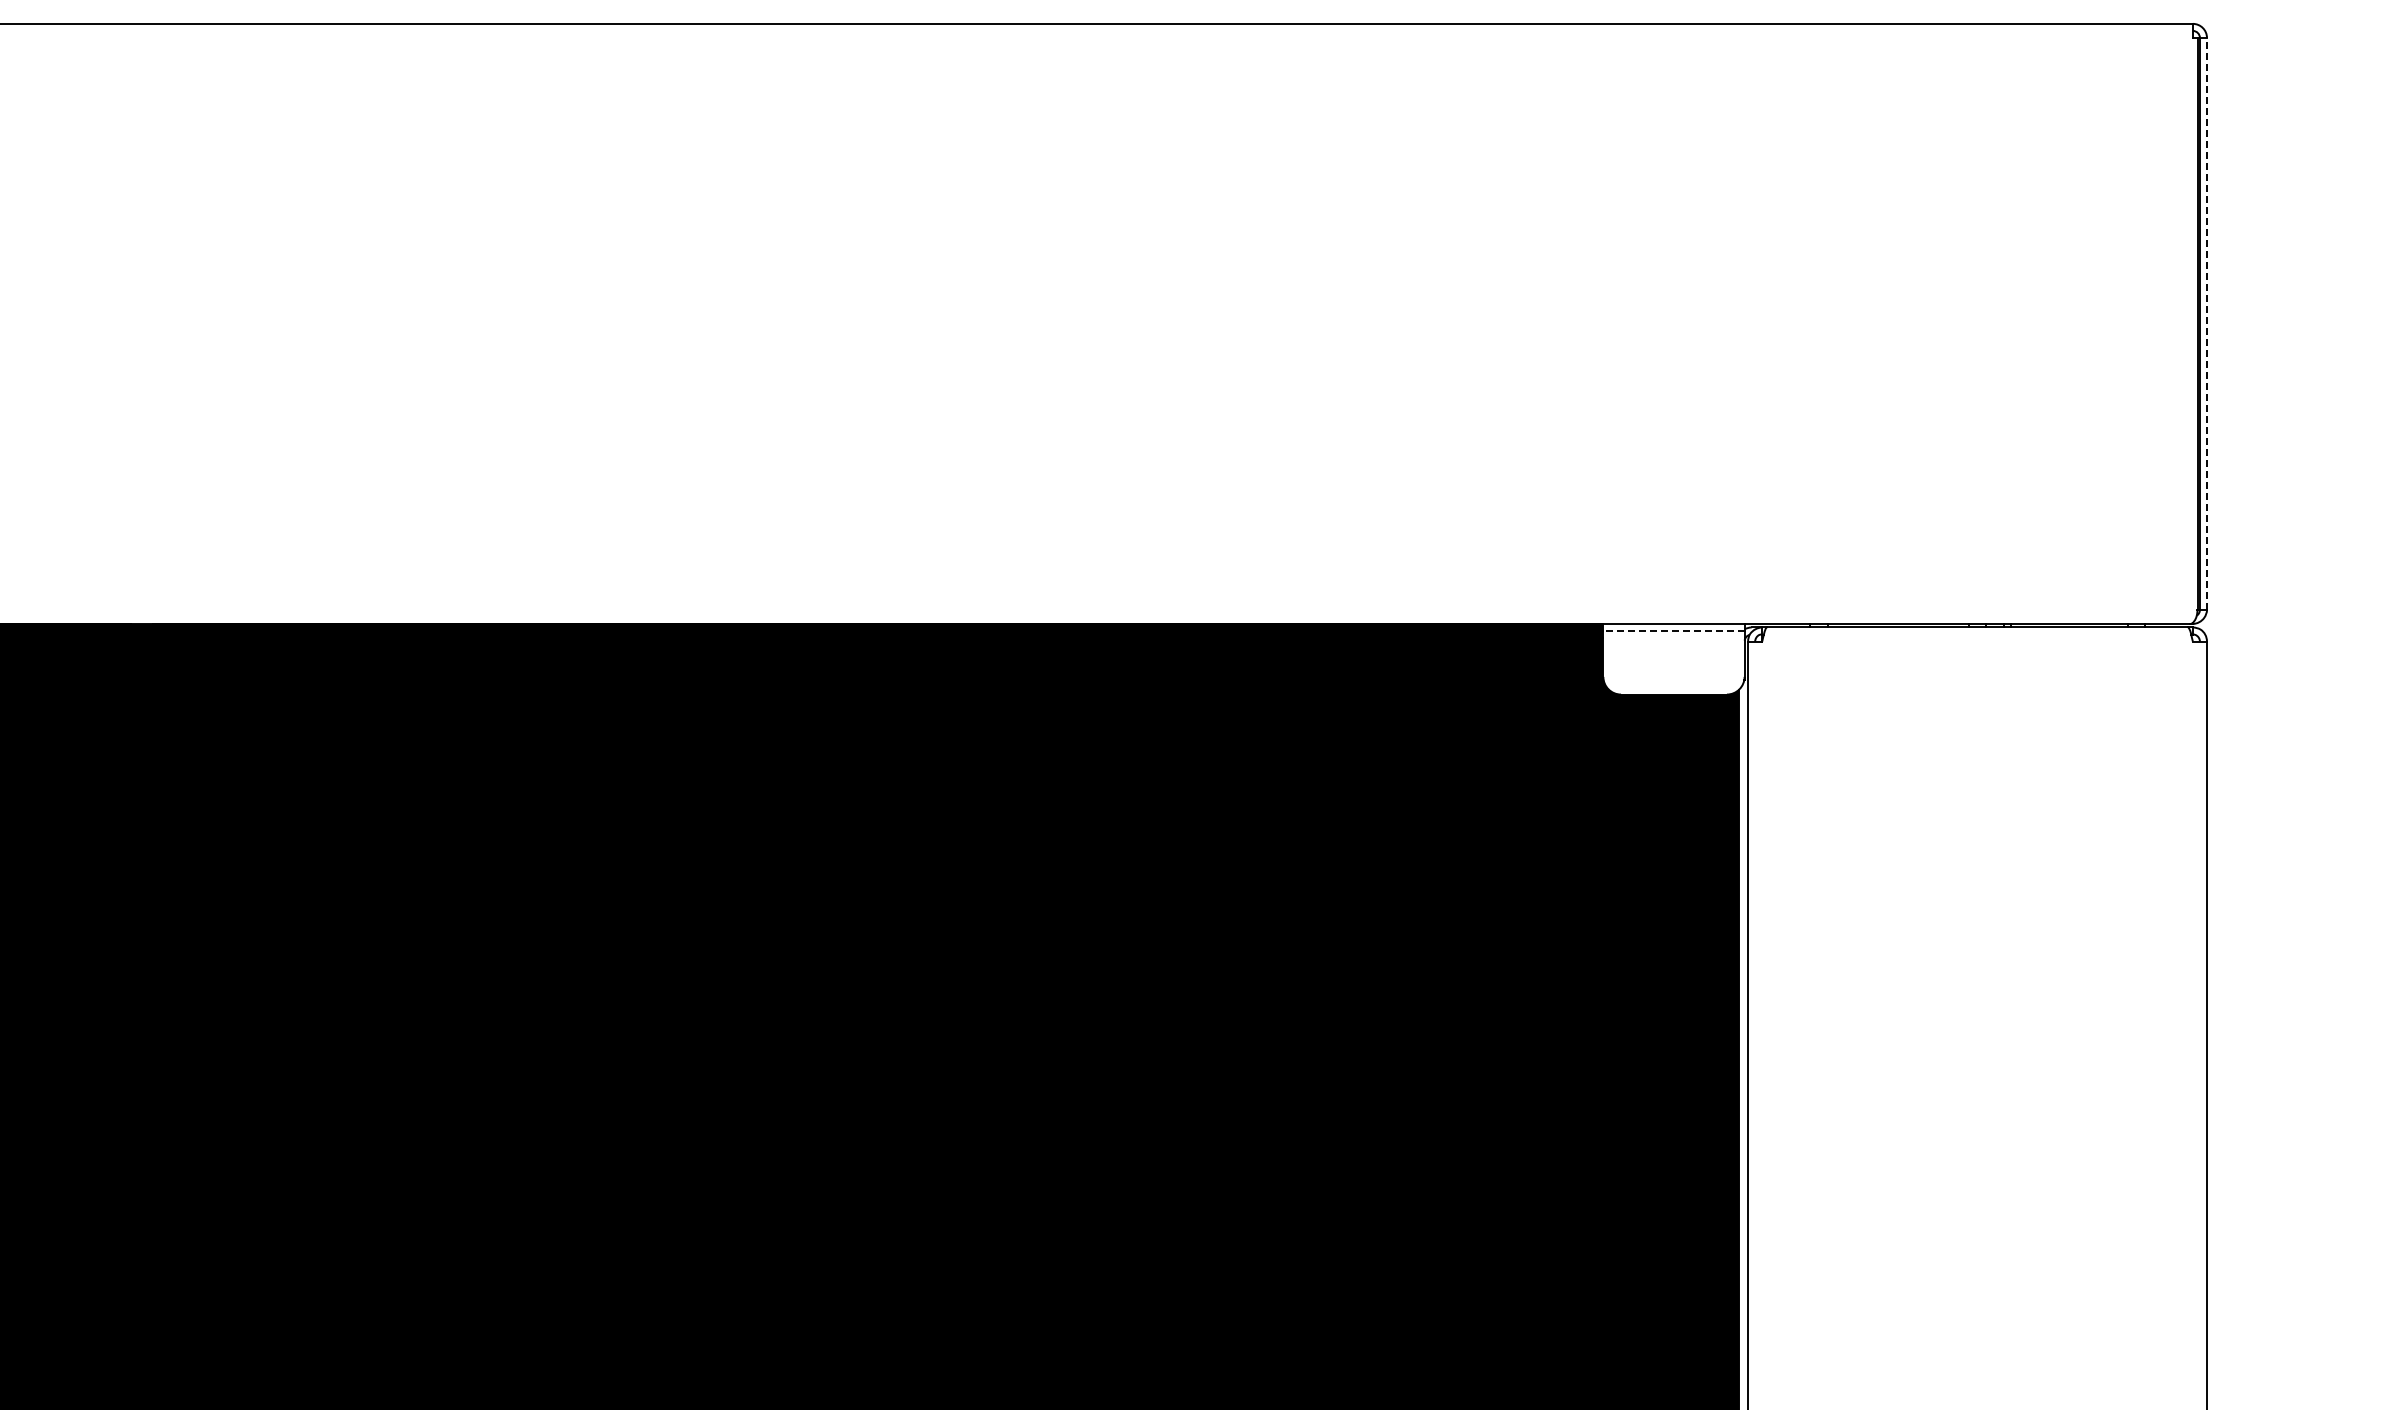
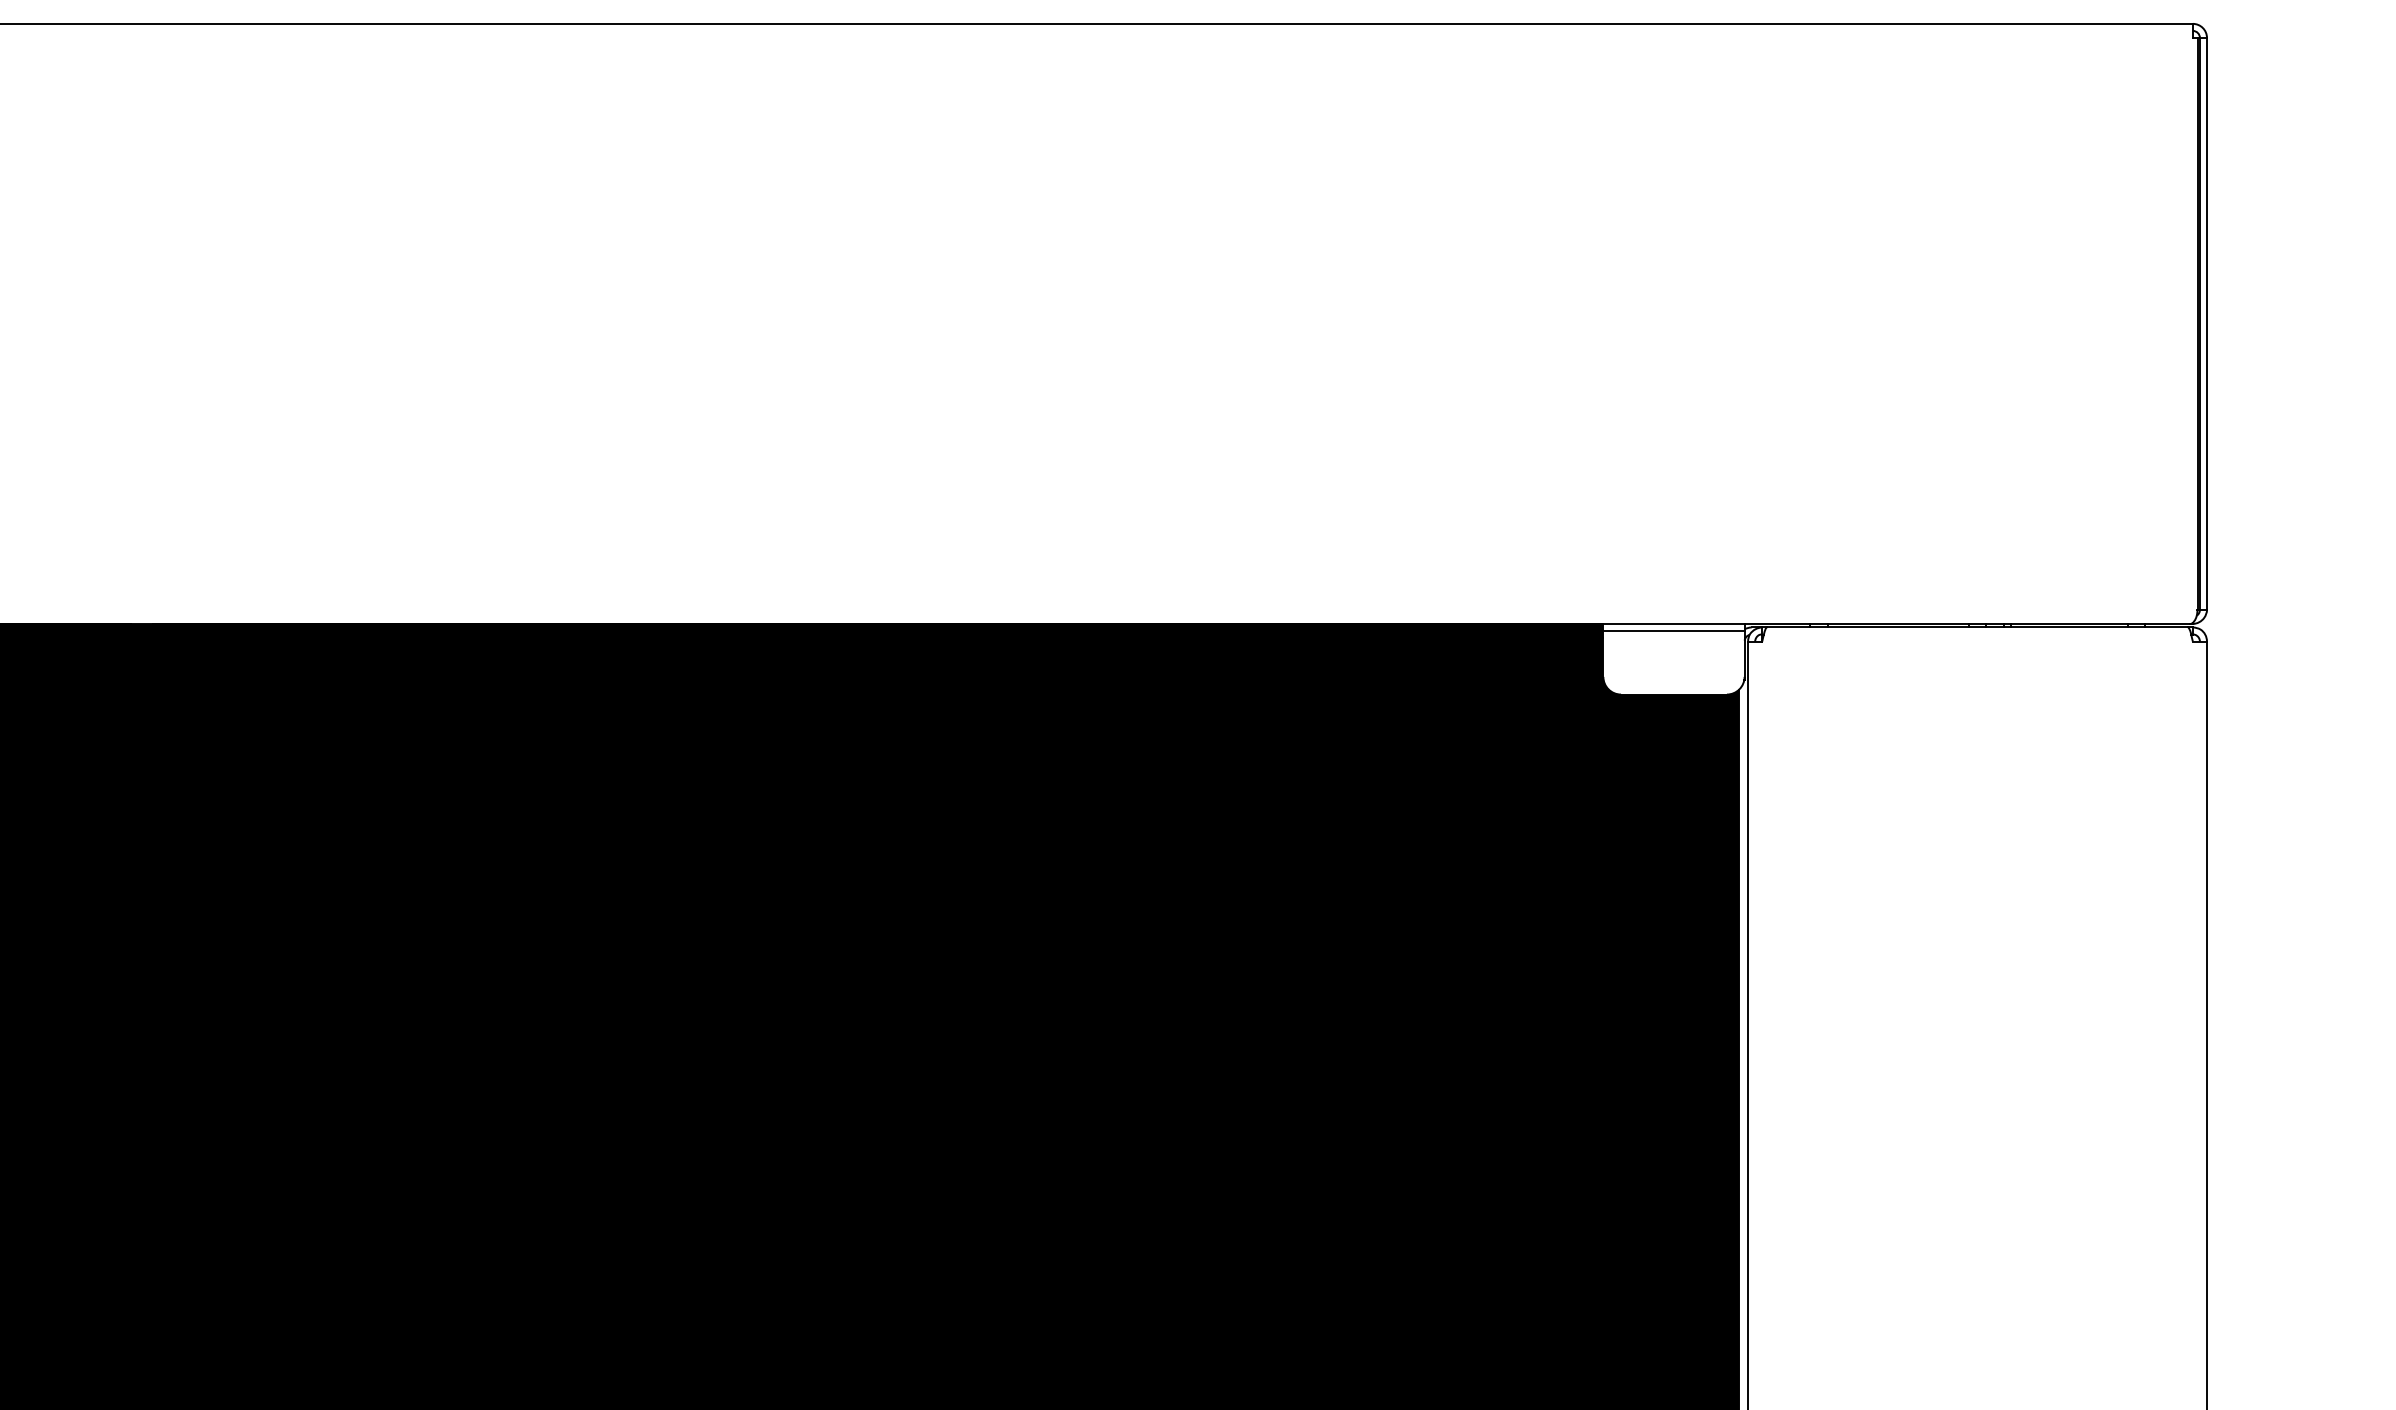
line at (2207, 323): dashed -> solid
line at (1673, 631): dashed -> solid
